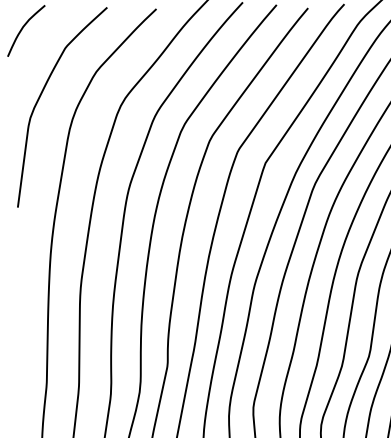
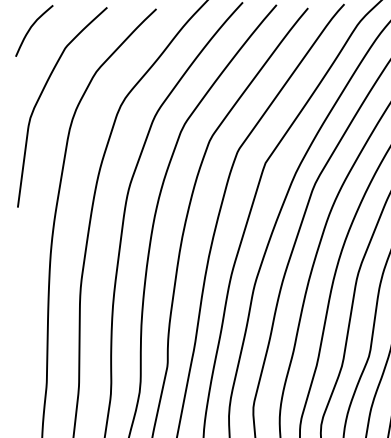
curve at (23, 28) position: (23, 28) -> (31, 28)
